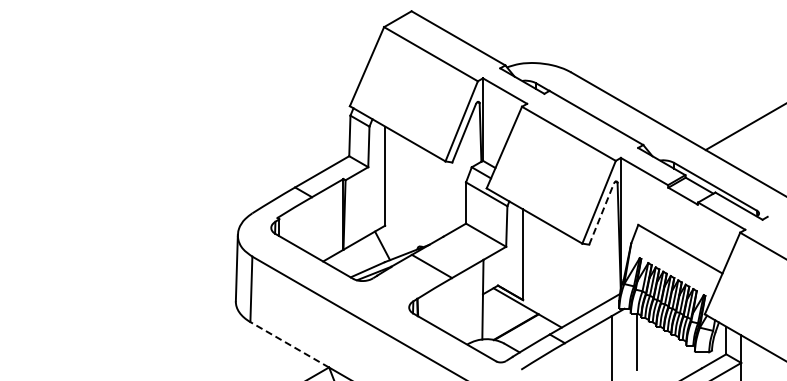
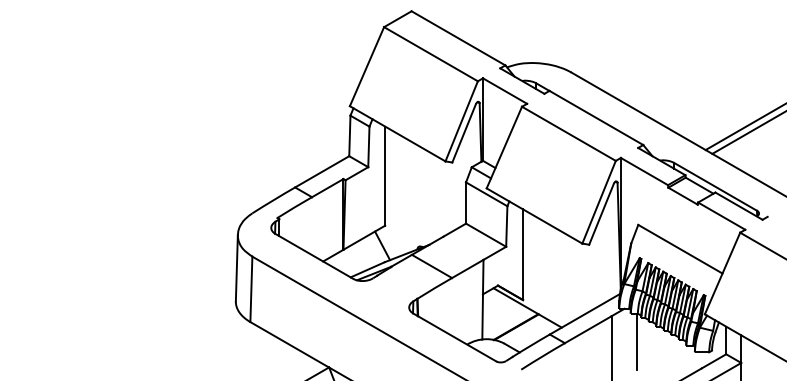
line at (747, 132): none -> present
line at (601, 214): dashed -> solid
line at (289, 344): dashed -> solid
